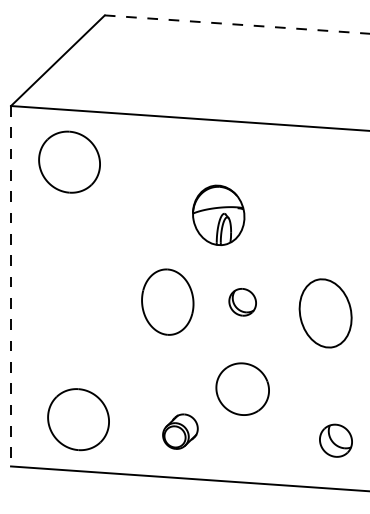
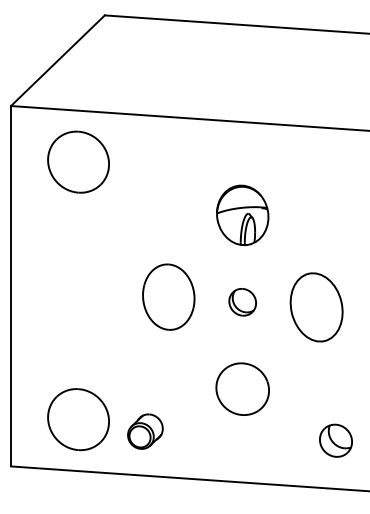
line at (237, 24): dashed -> solid
part at (69, 161) position: (69, 161) -> (78, 161)
part at (218, 214) position: (218, 214) -> (242, 214)
line at (11, 286): dashed -> solid
part at (167, 301) position: (167, 301) -> (168, 296)
part at (325, 313) position: (325, 313) -> (316, 307)
part at (180, 431) position: (180, 431) -> (145, 431)
